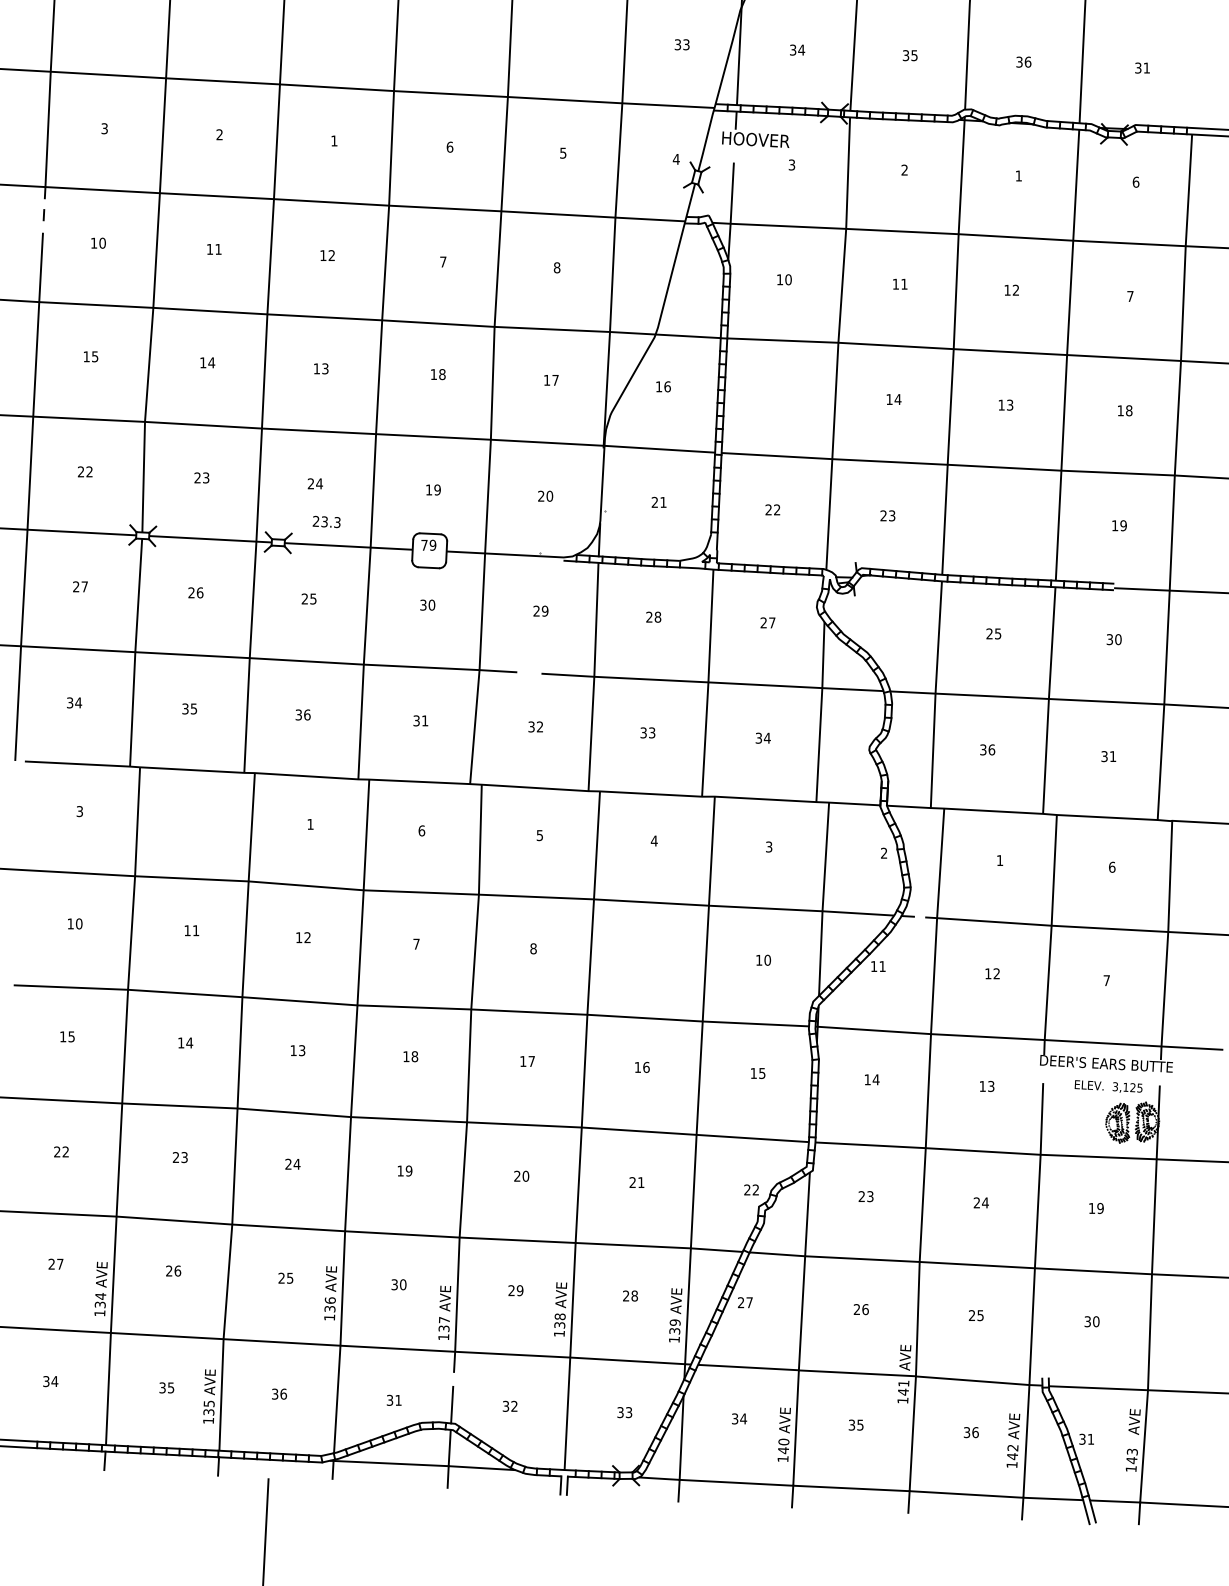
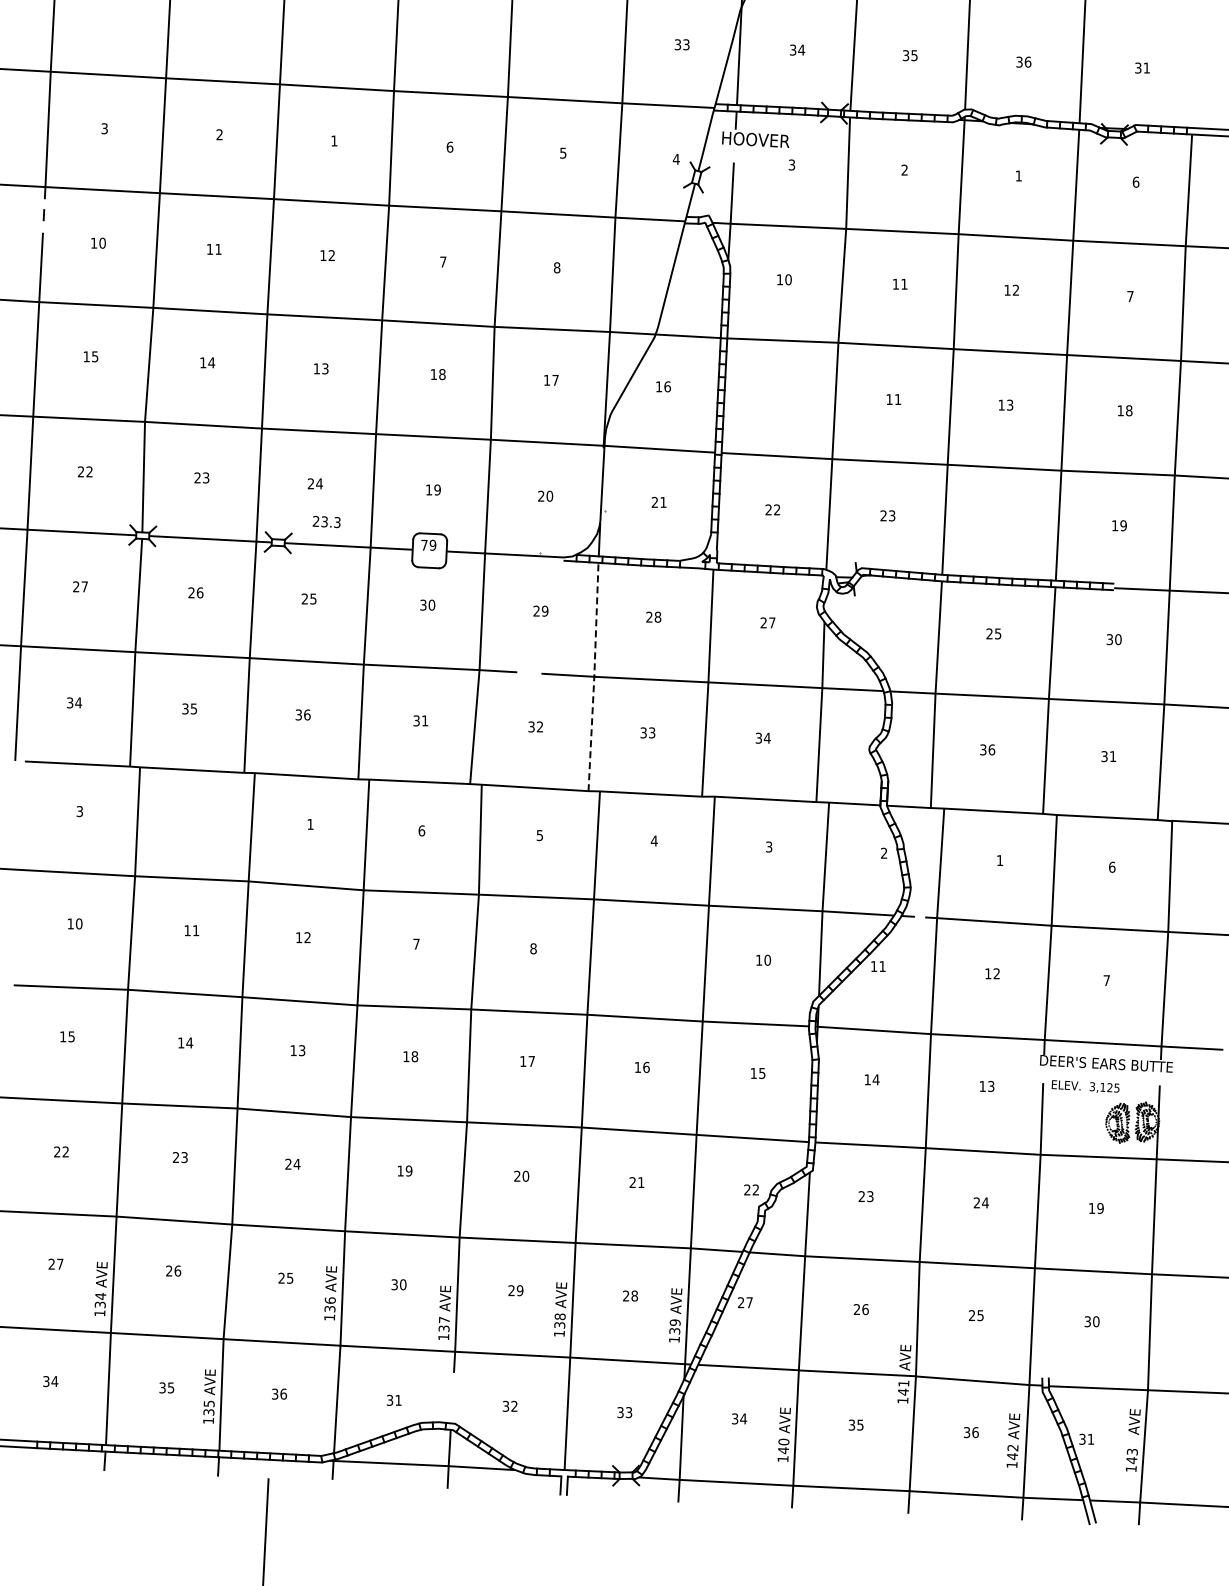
text at (897, 399): 14 -> 11
line at (594, 676): solid -> dashed
text at (1108, 1086) position: (1108, 1086) -> (1085, 1086)
line at (452, 1404): present -> none
